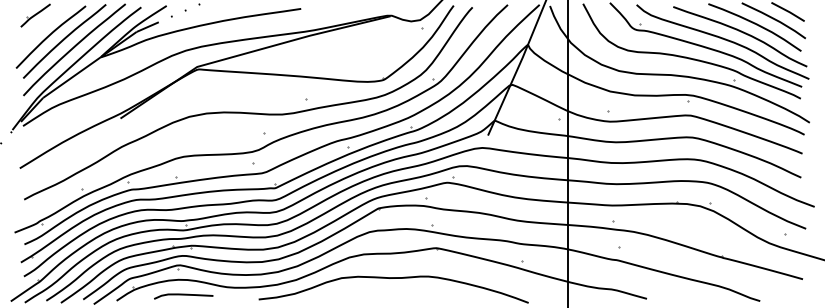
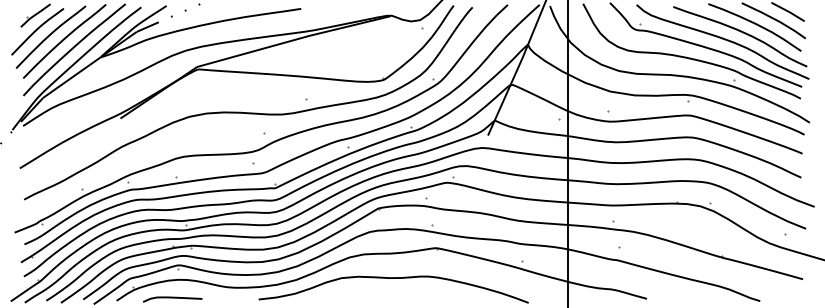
curve at (37, 30): none -> present
curve at (183, 295) position: (183, 295) -> (172, 298)
